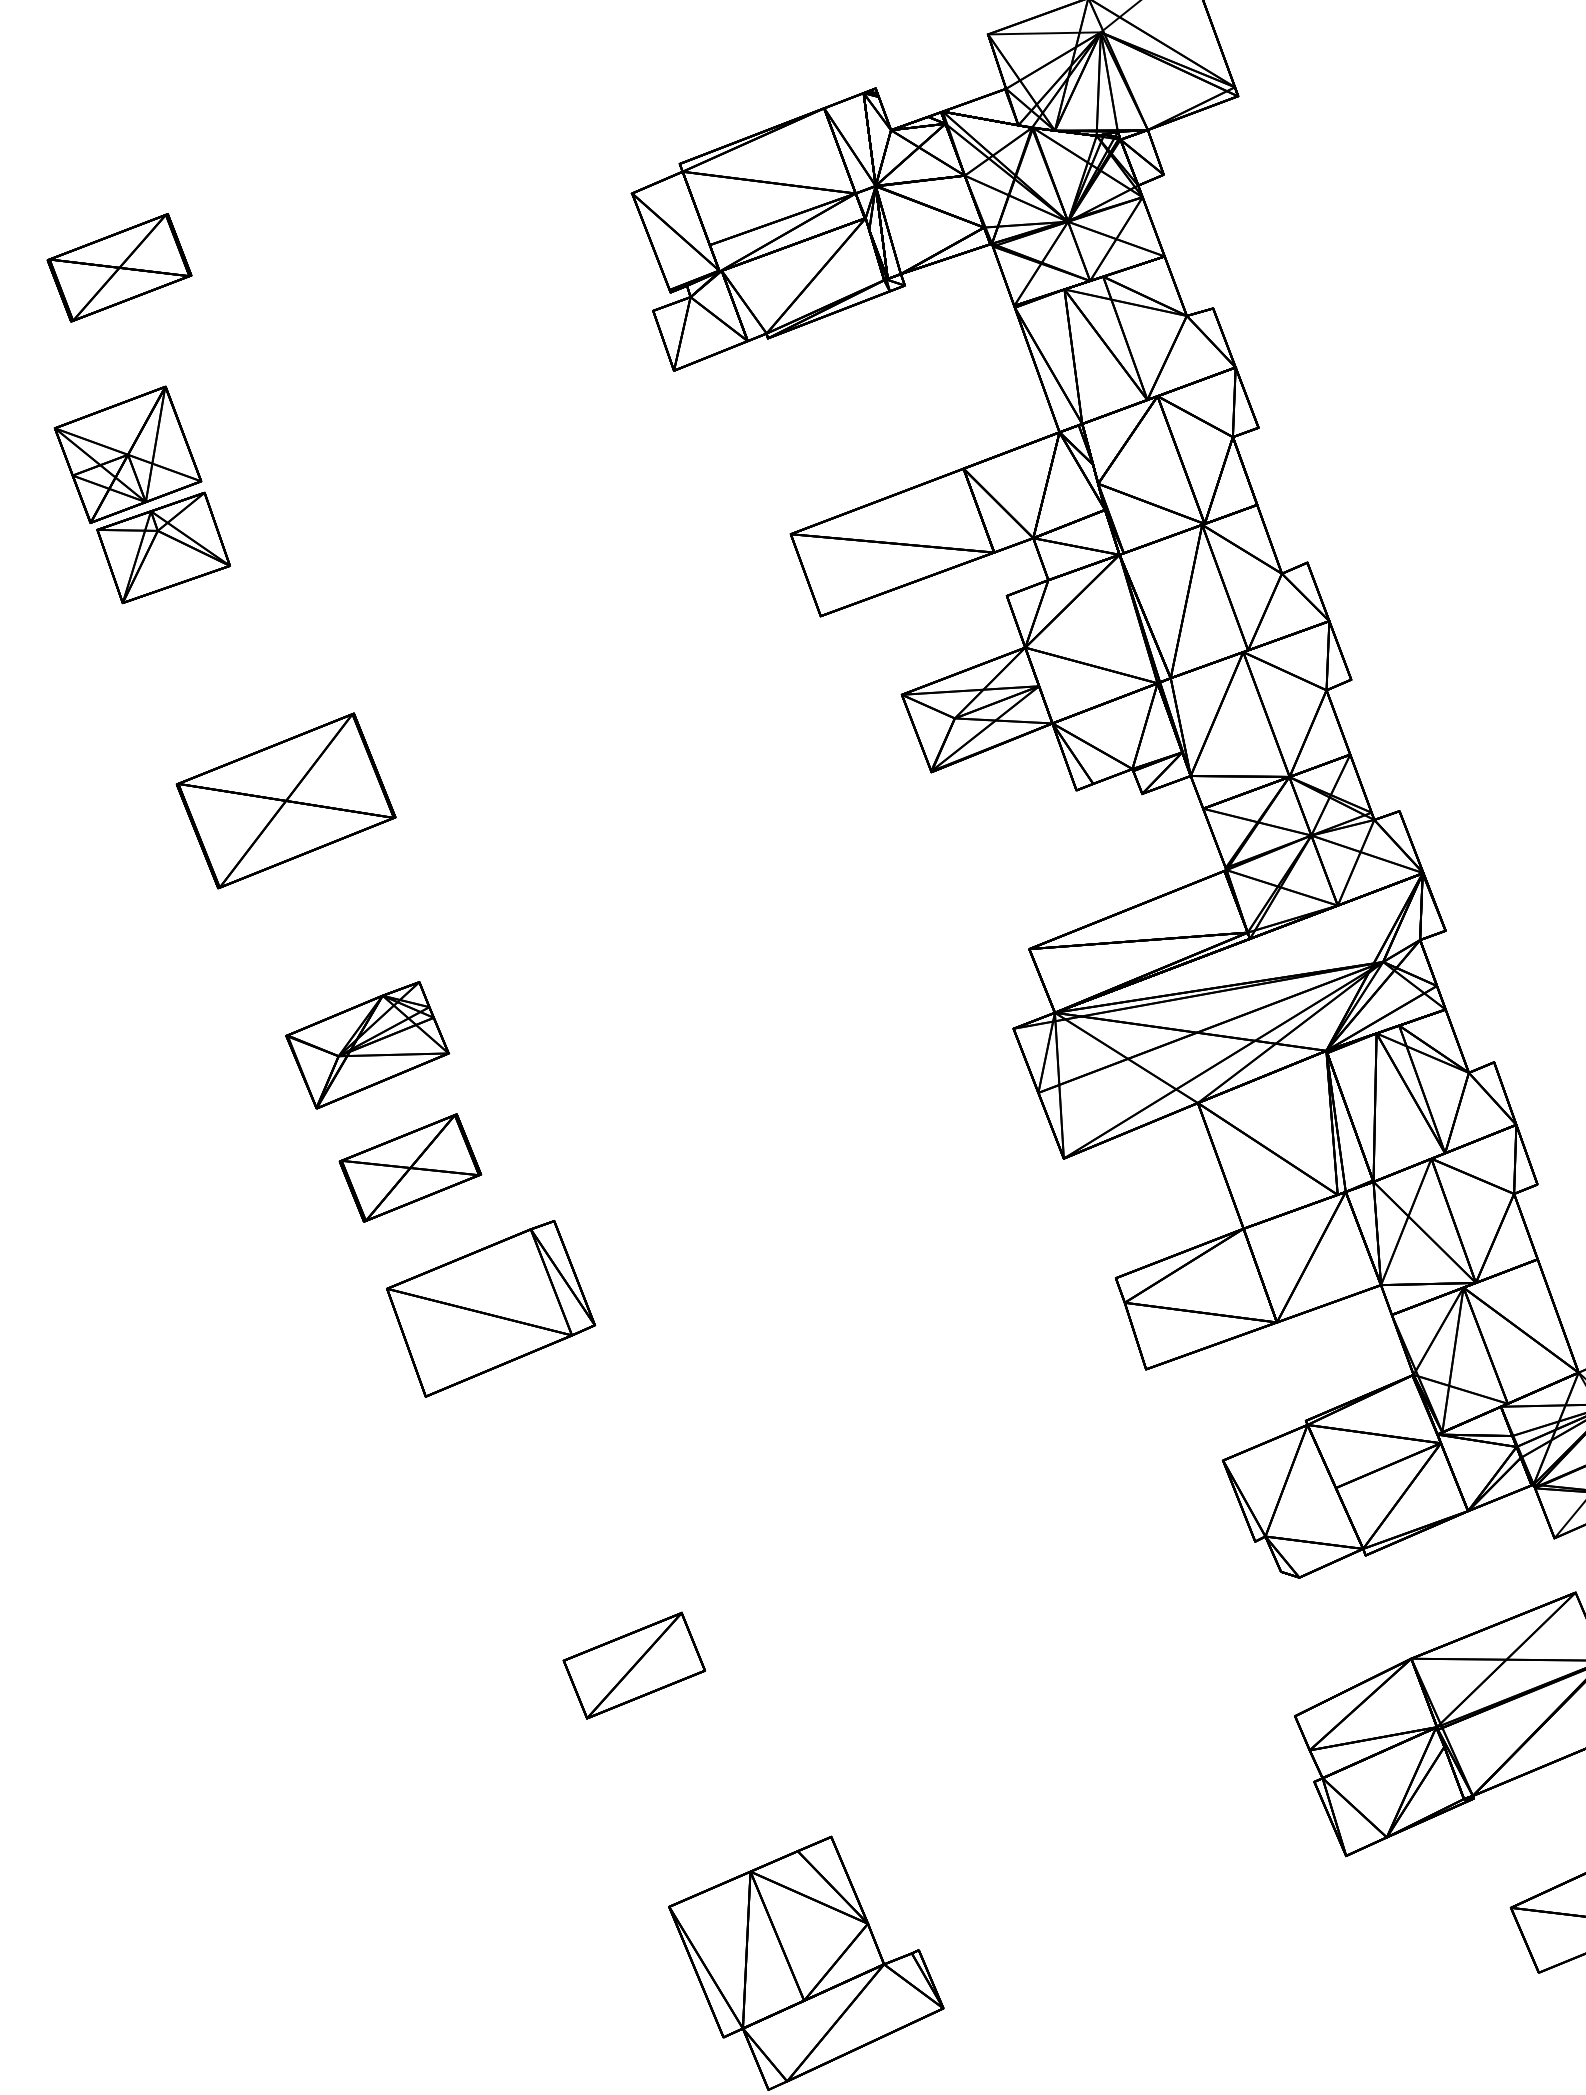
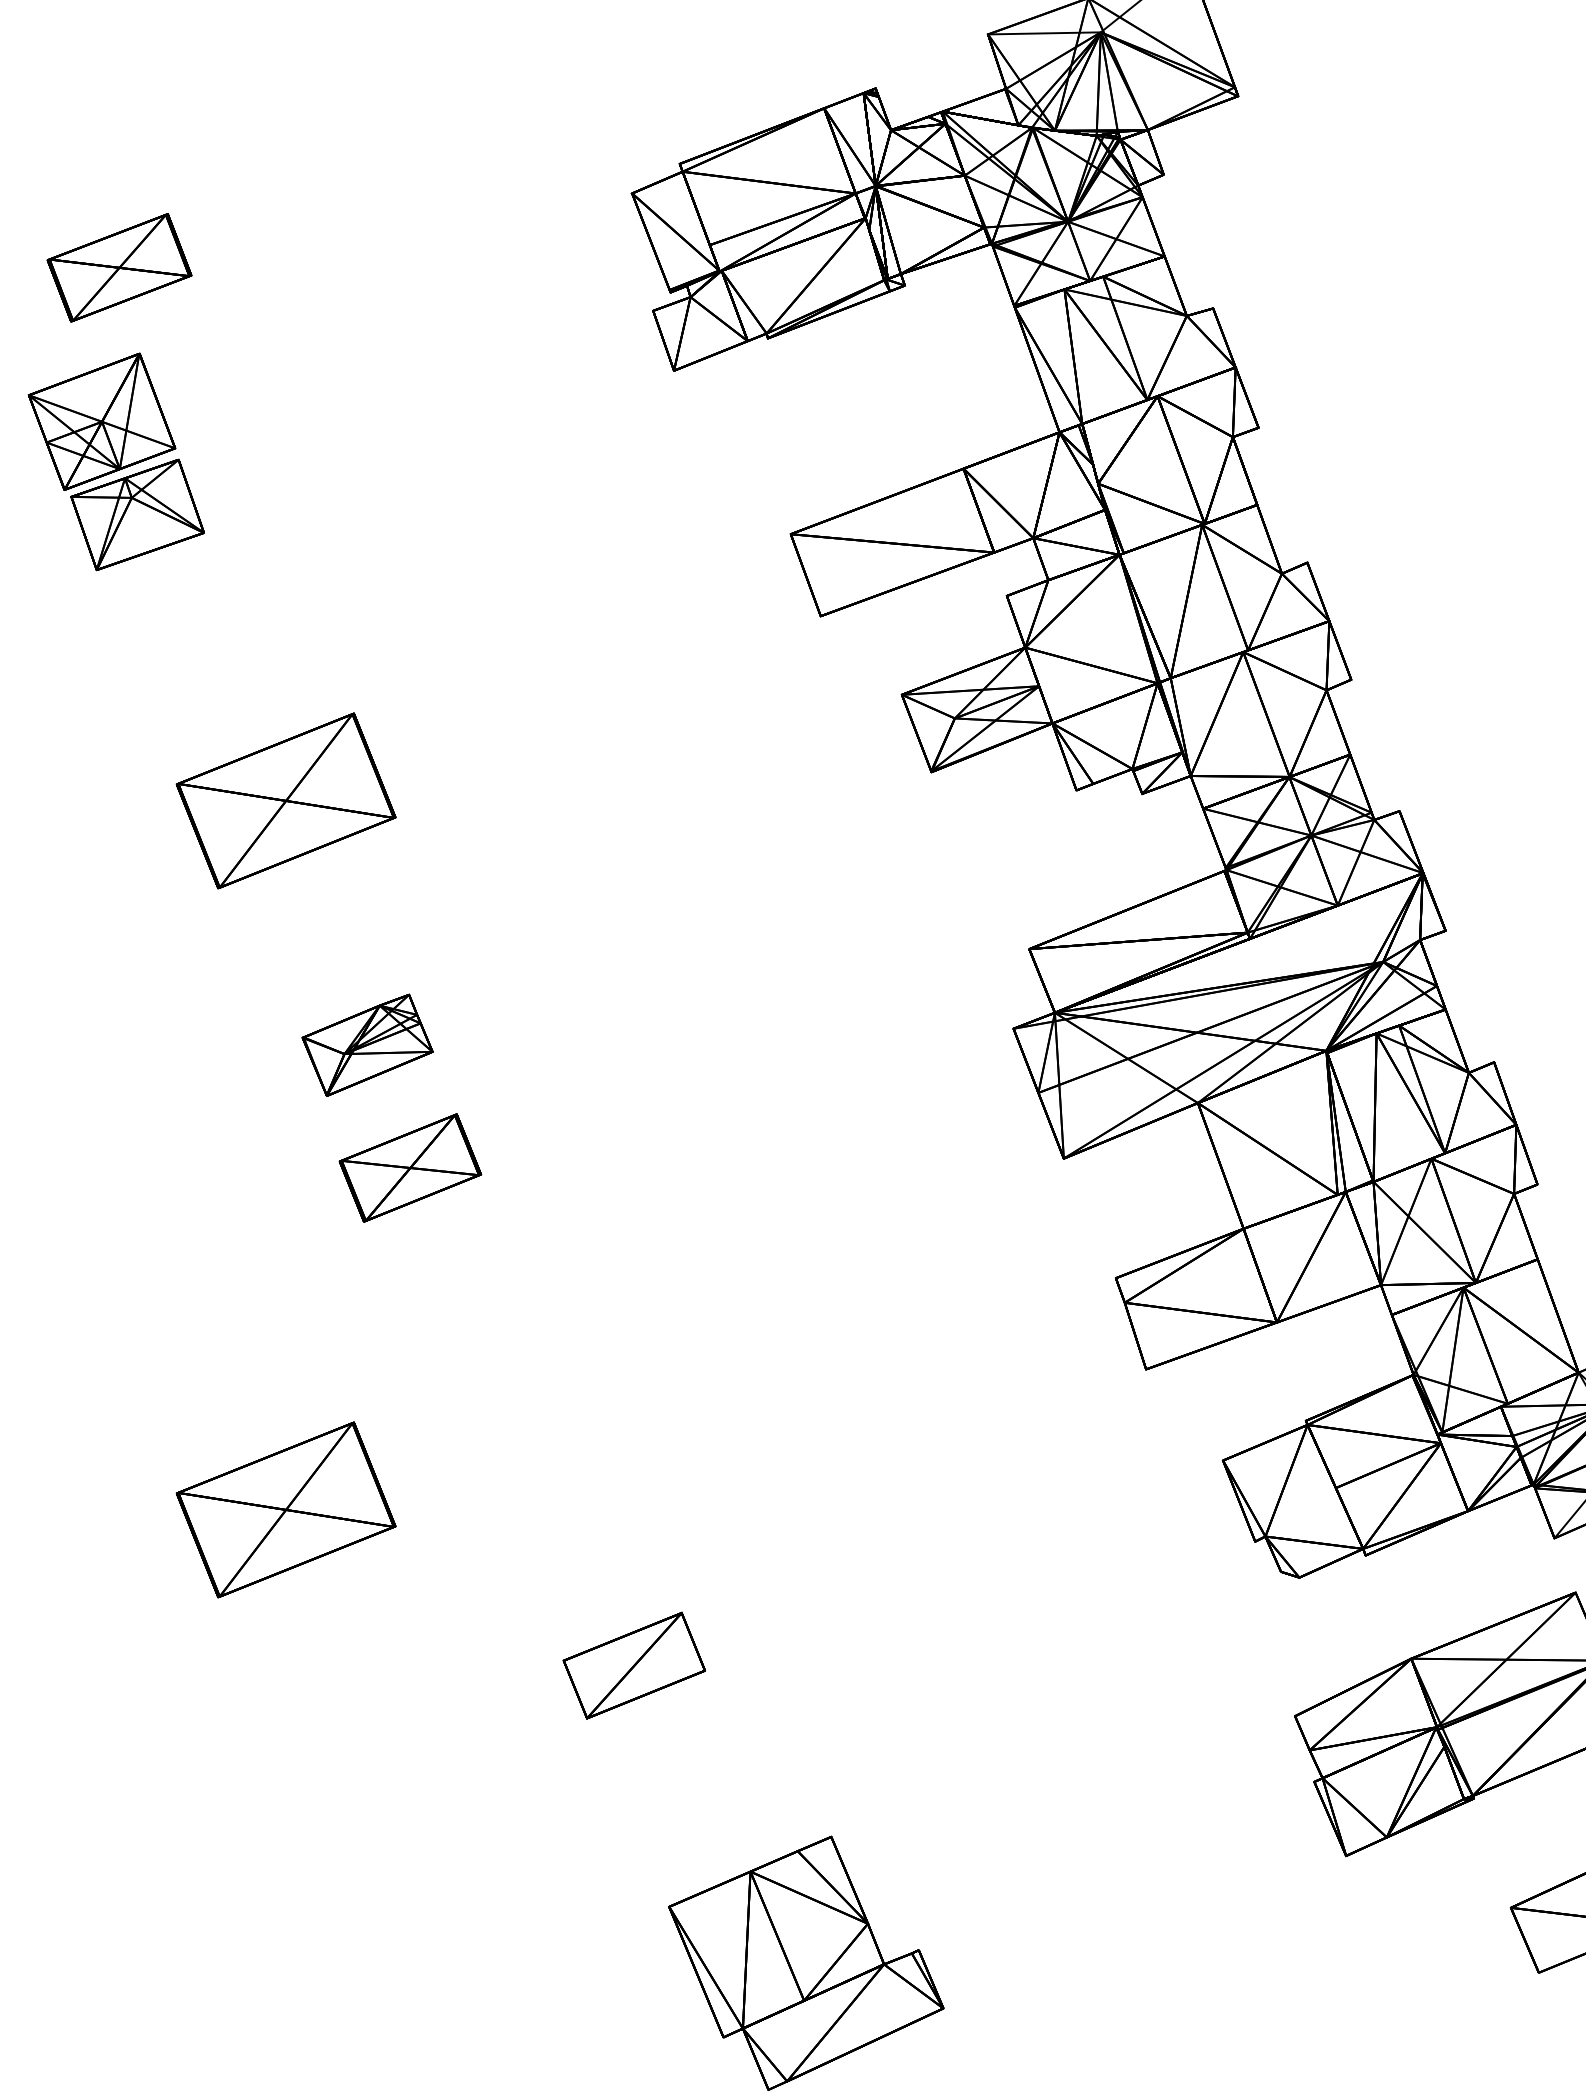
part at (141, 494) position: (141, 494) -> (115, 461)
part at (367, 1045) size: 166x129 px -> 133x104 px
part at (491, 1308): present -> none
part at (285, 1509): none -> present
